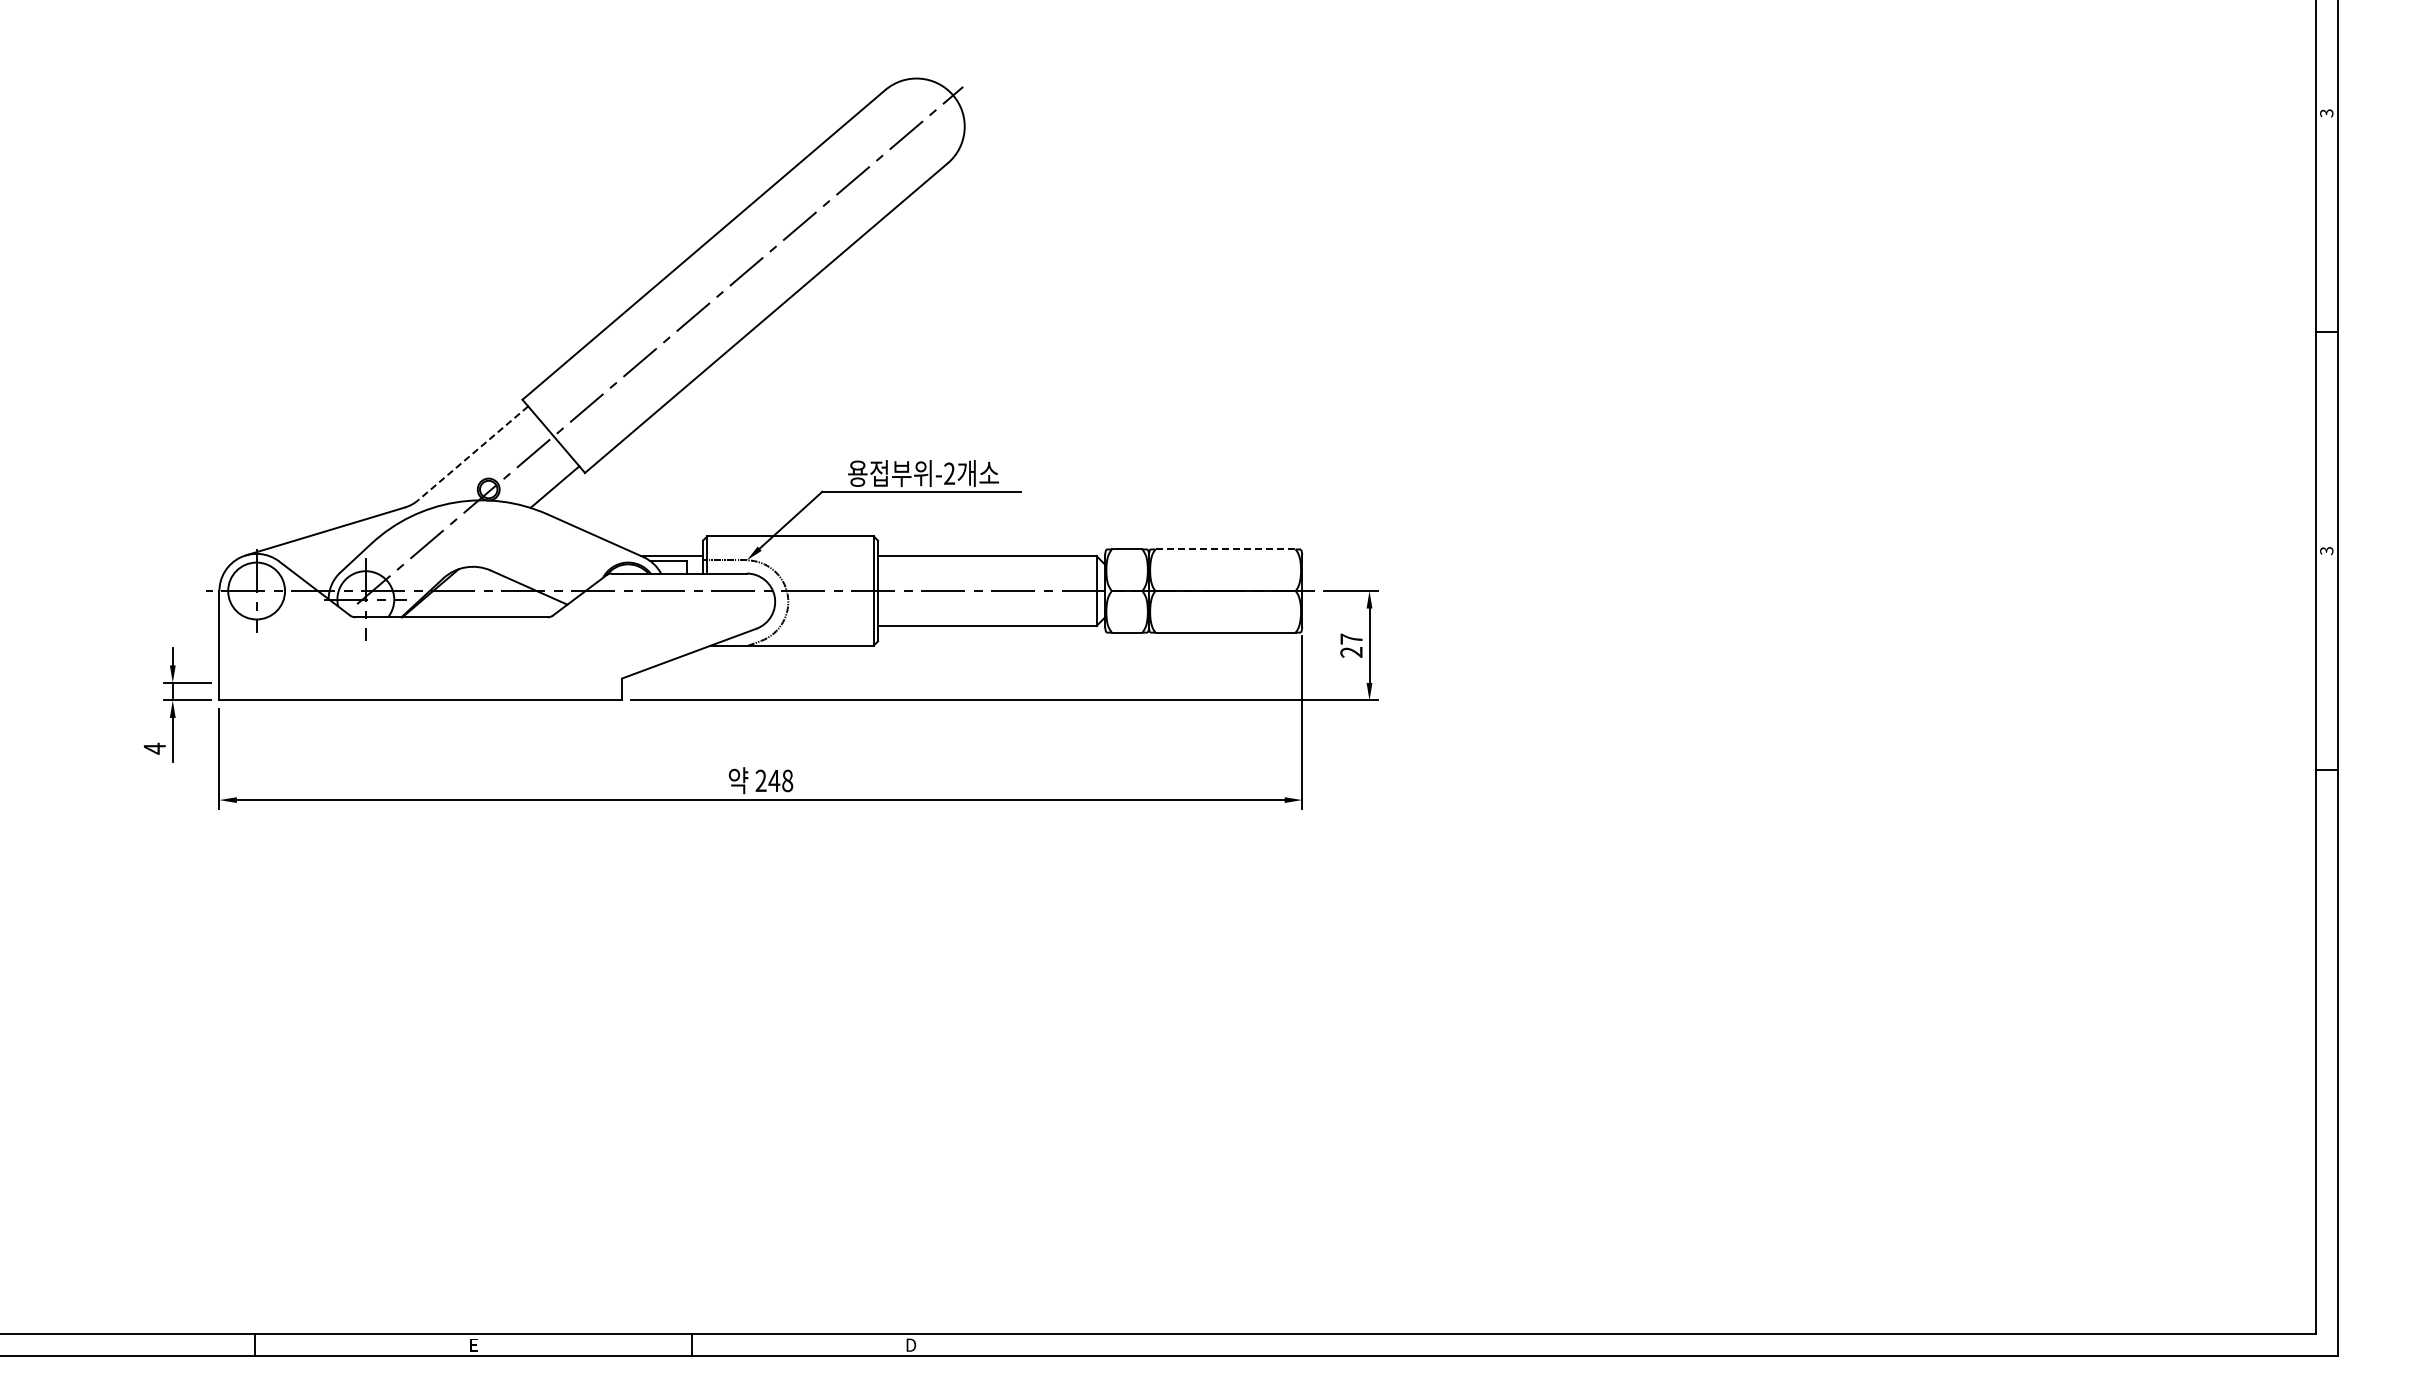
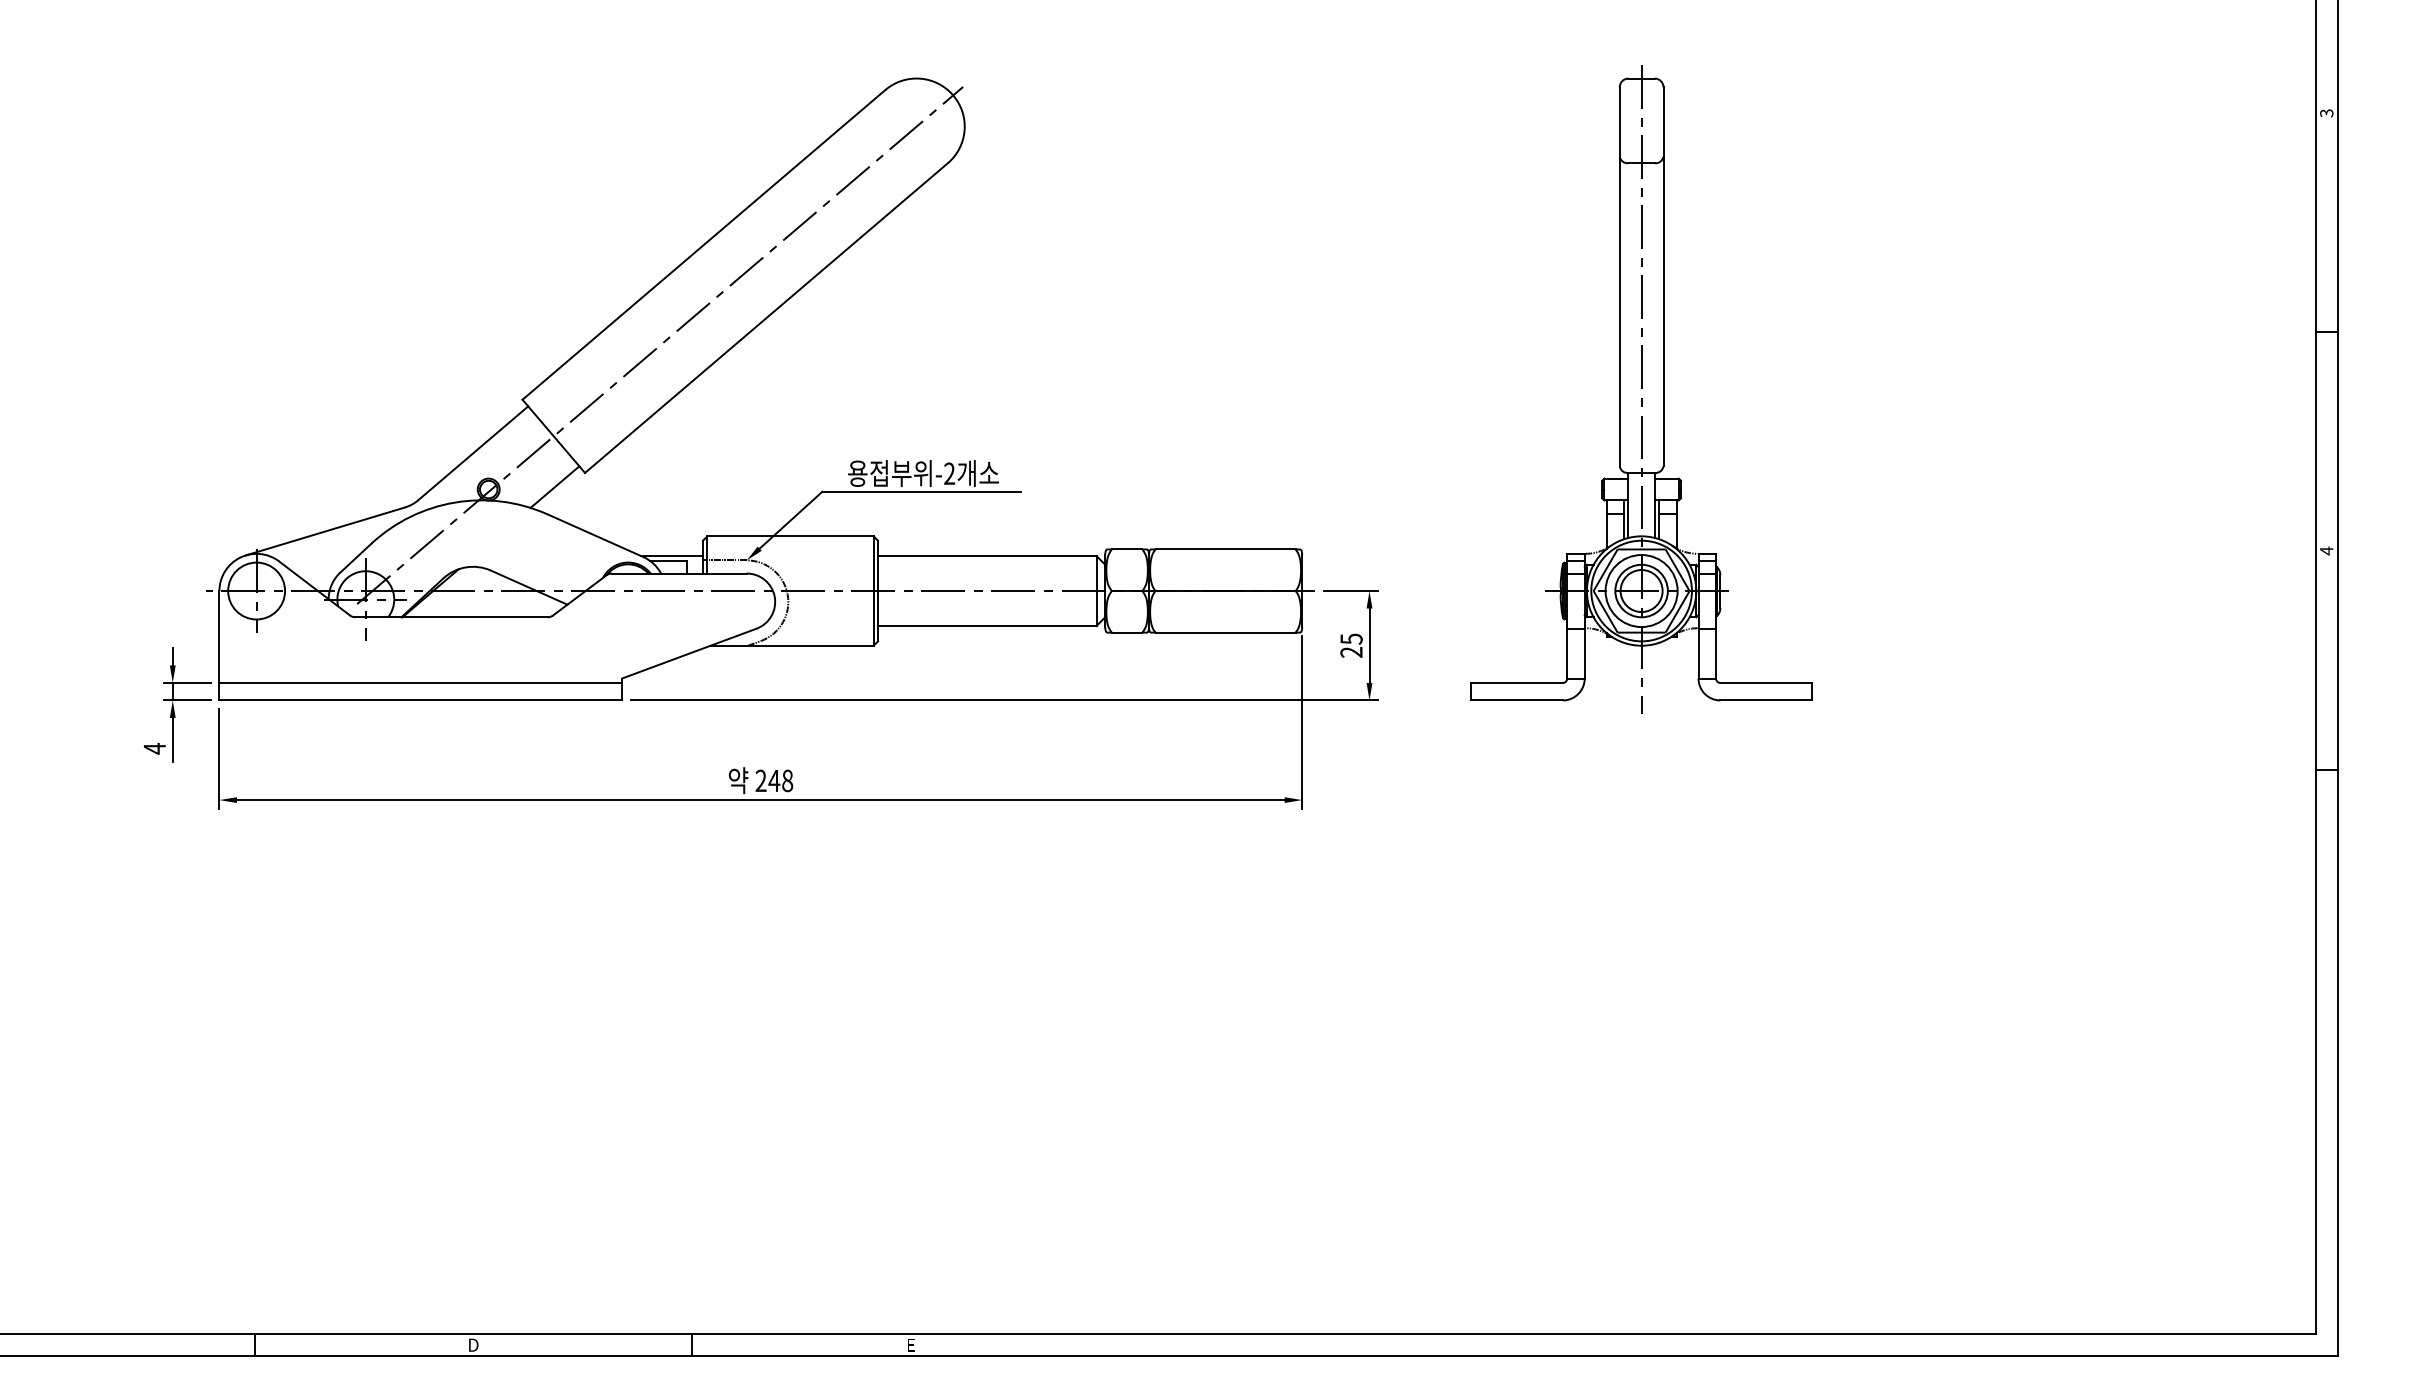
part at (1641, 389): none -> present
line at (472, 453): dashed -> solid
line at (1226, 549): dashed -> solid
text at (2326, 550): 3 -> 4
text at (1351, 638): 27 -> 25
line at (420, 682): none -> present
text at (473, 1344): E -> D
text at (911, 1344): D -> E
